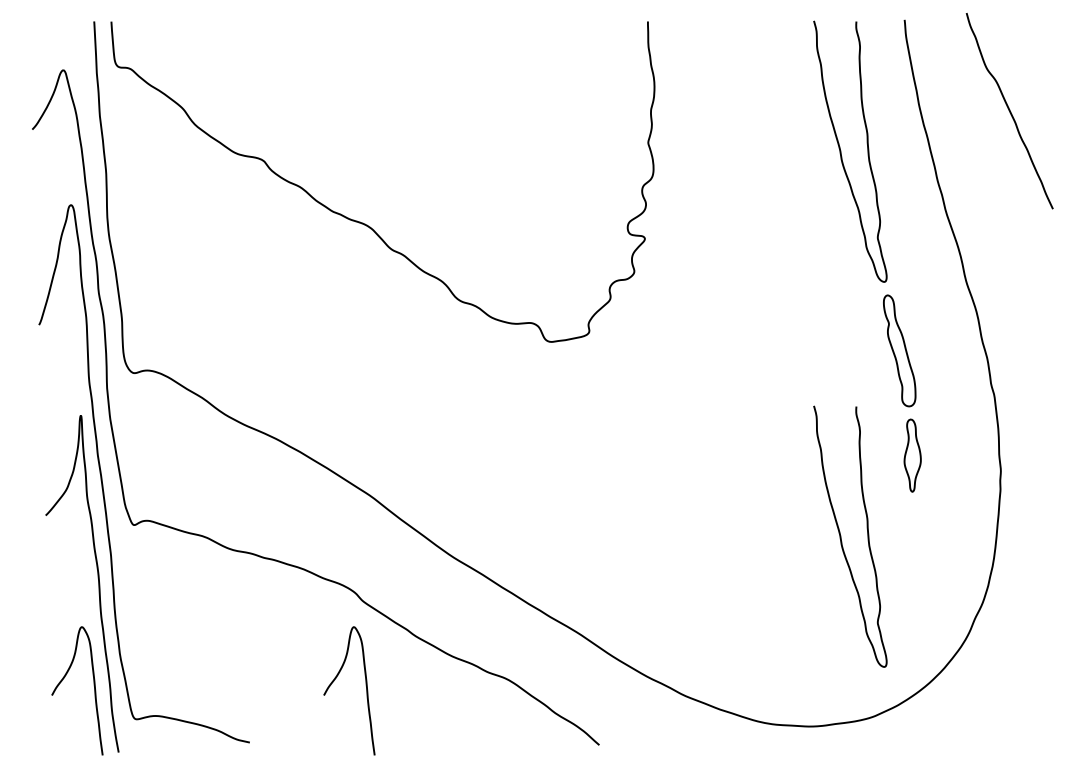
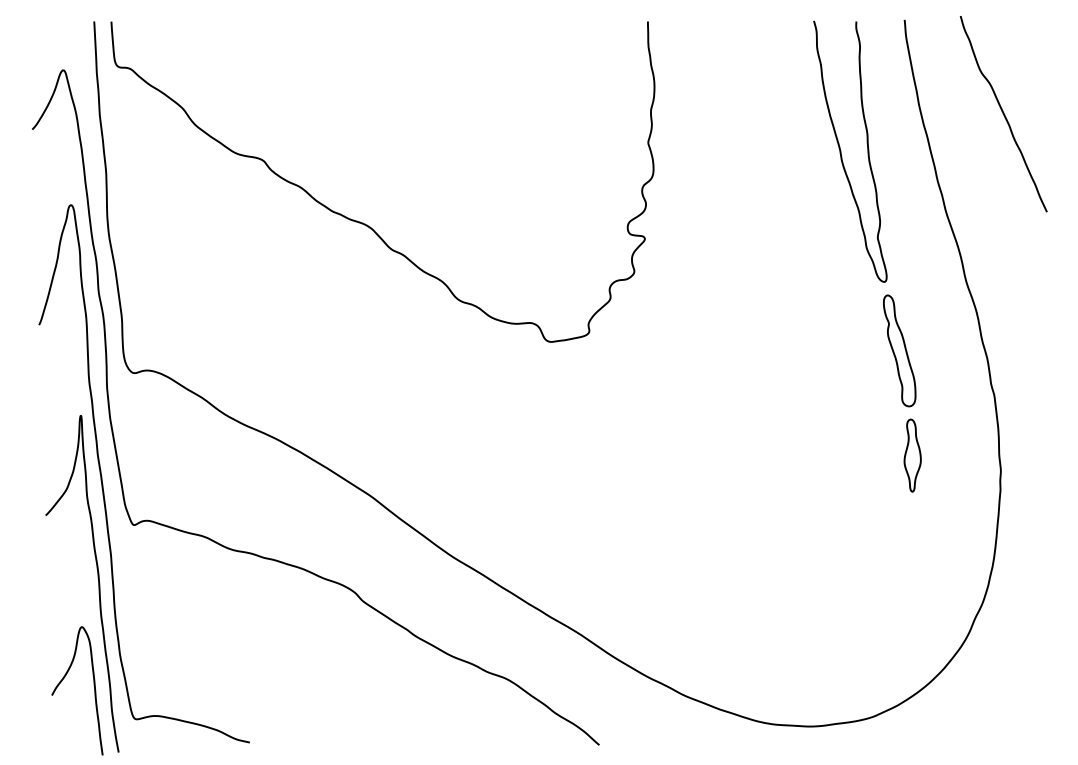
curve at (1009, 111) position: (1009, 111) -> (1003, 114)
curve at (841, 536): present -> none
curve at (365, 685): present -> none
